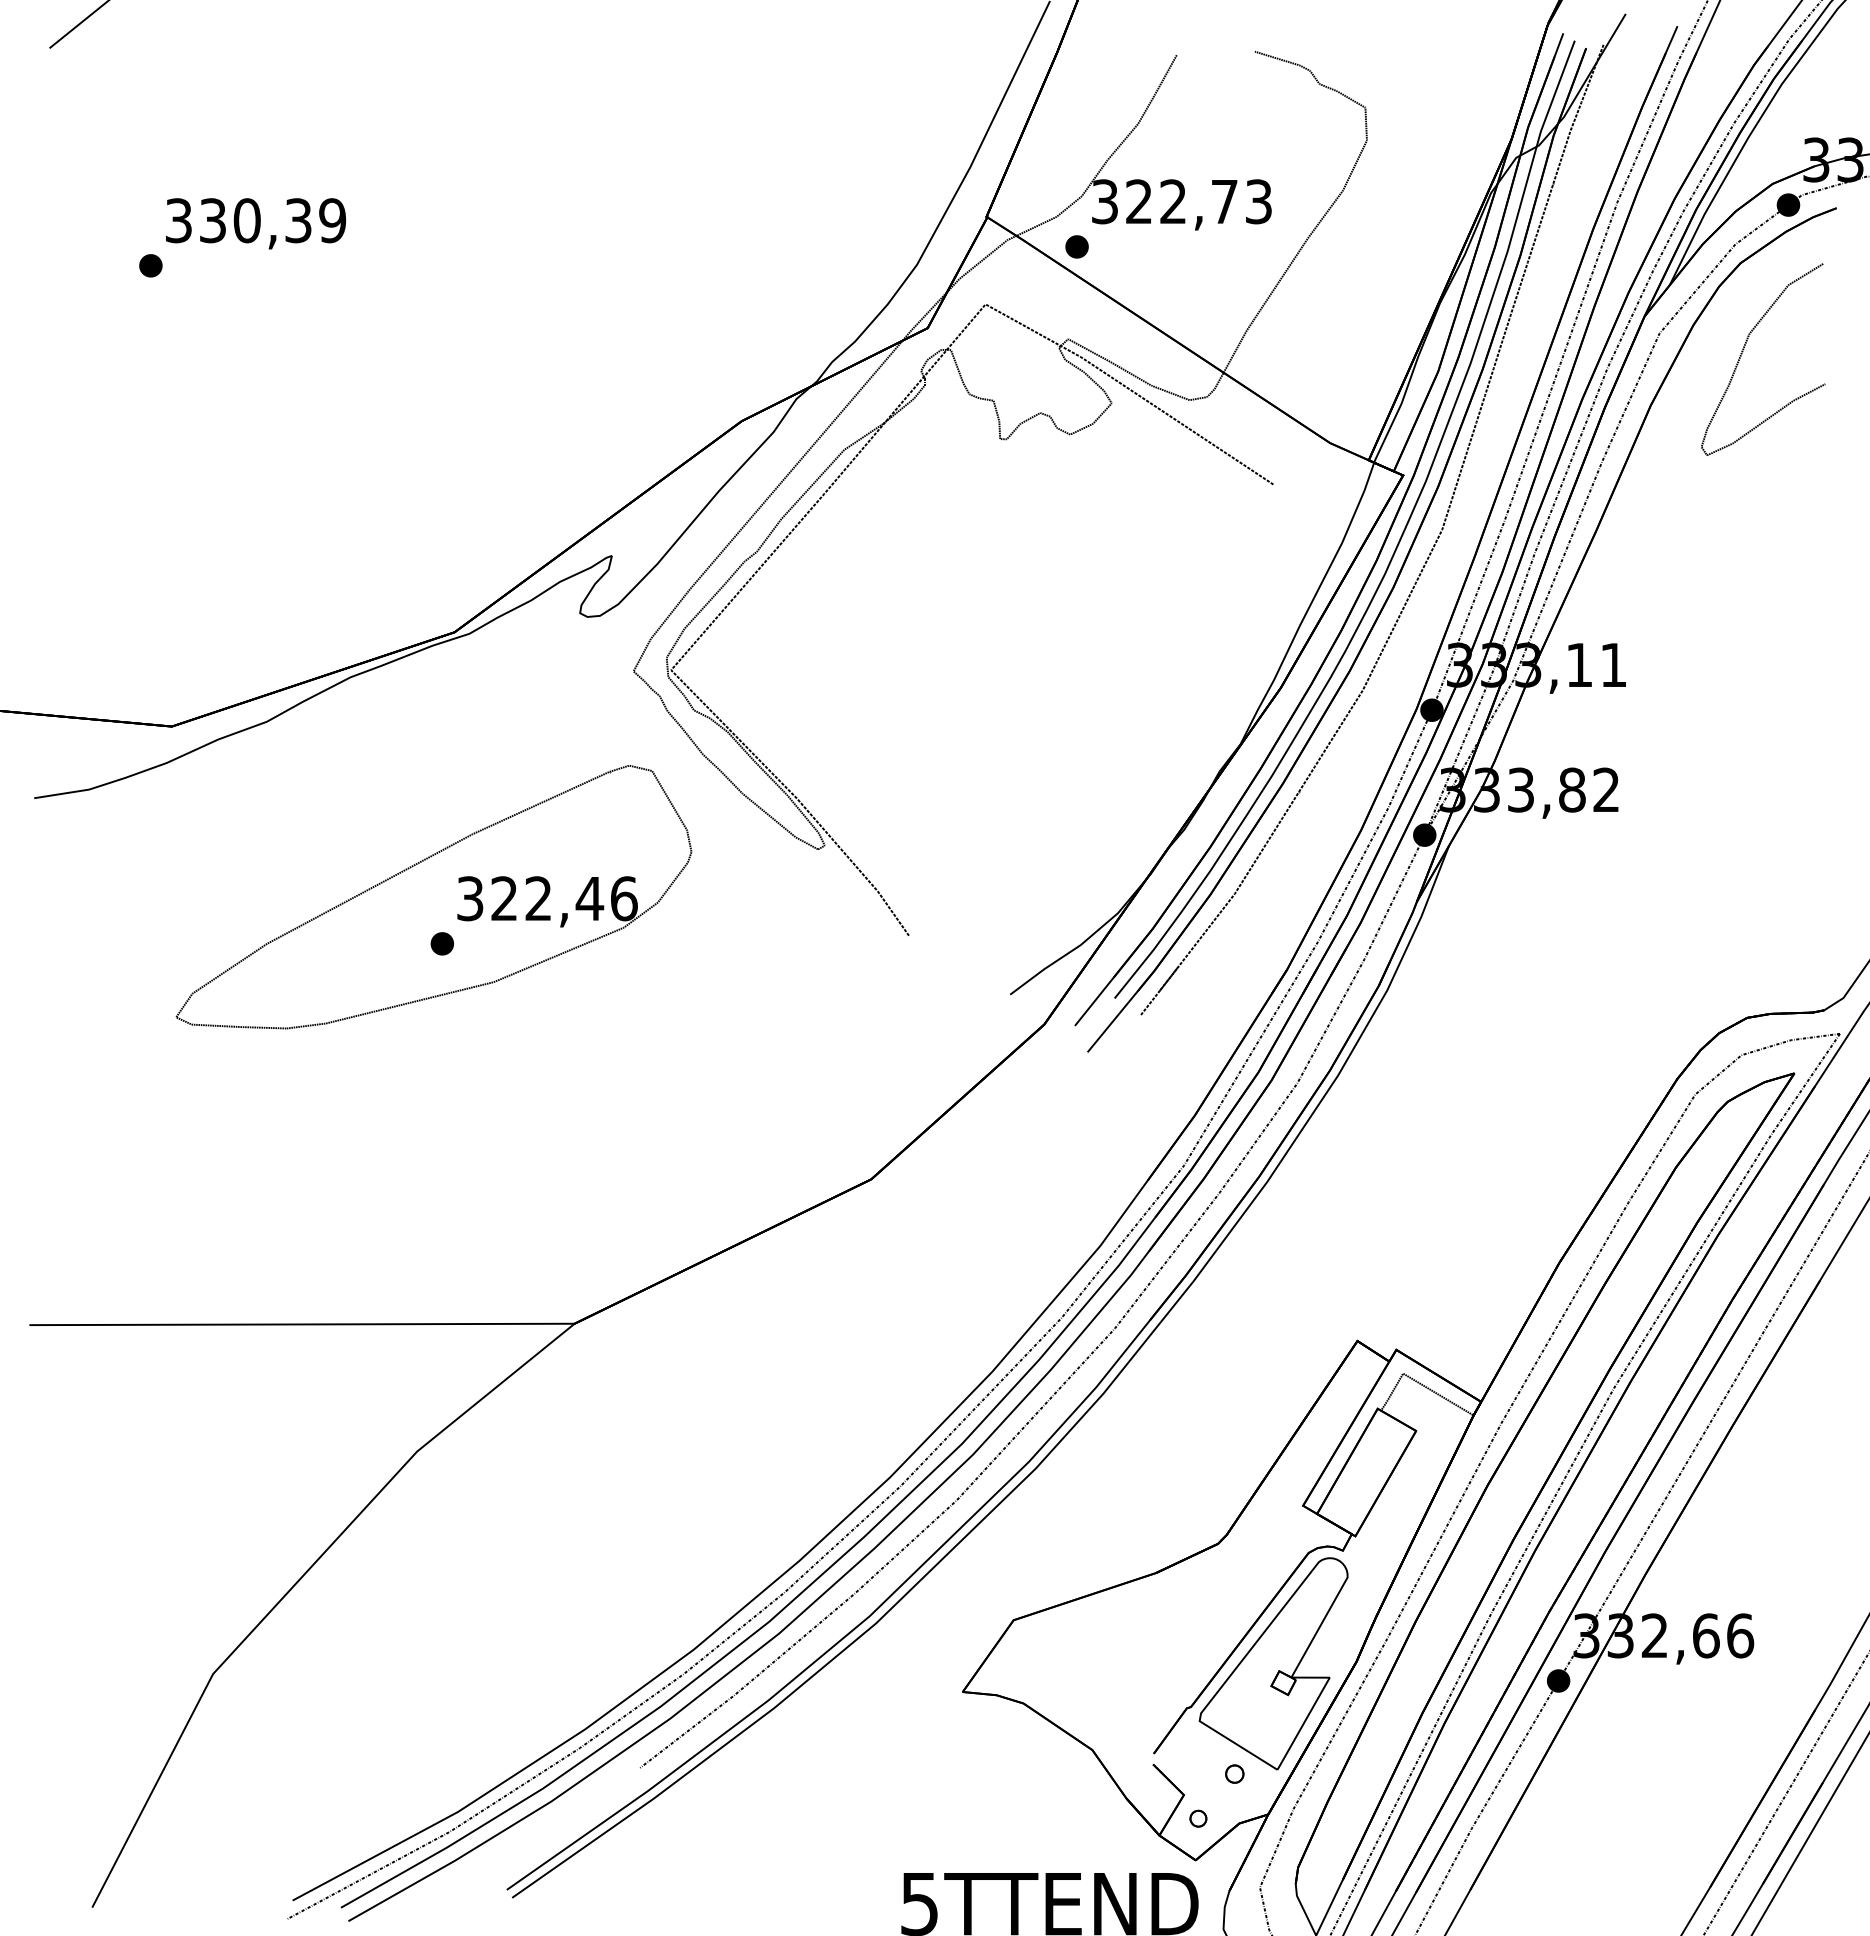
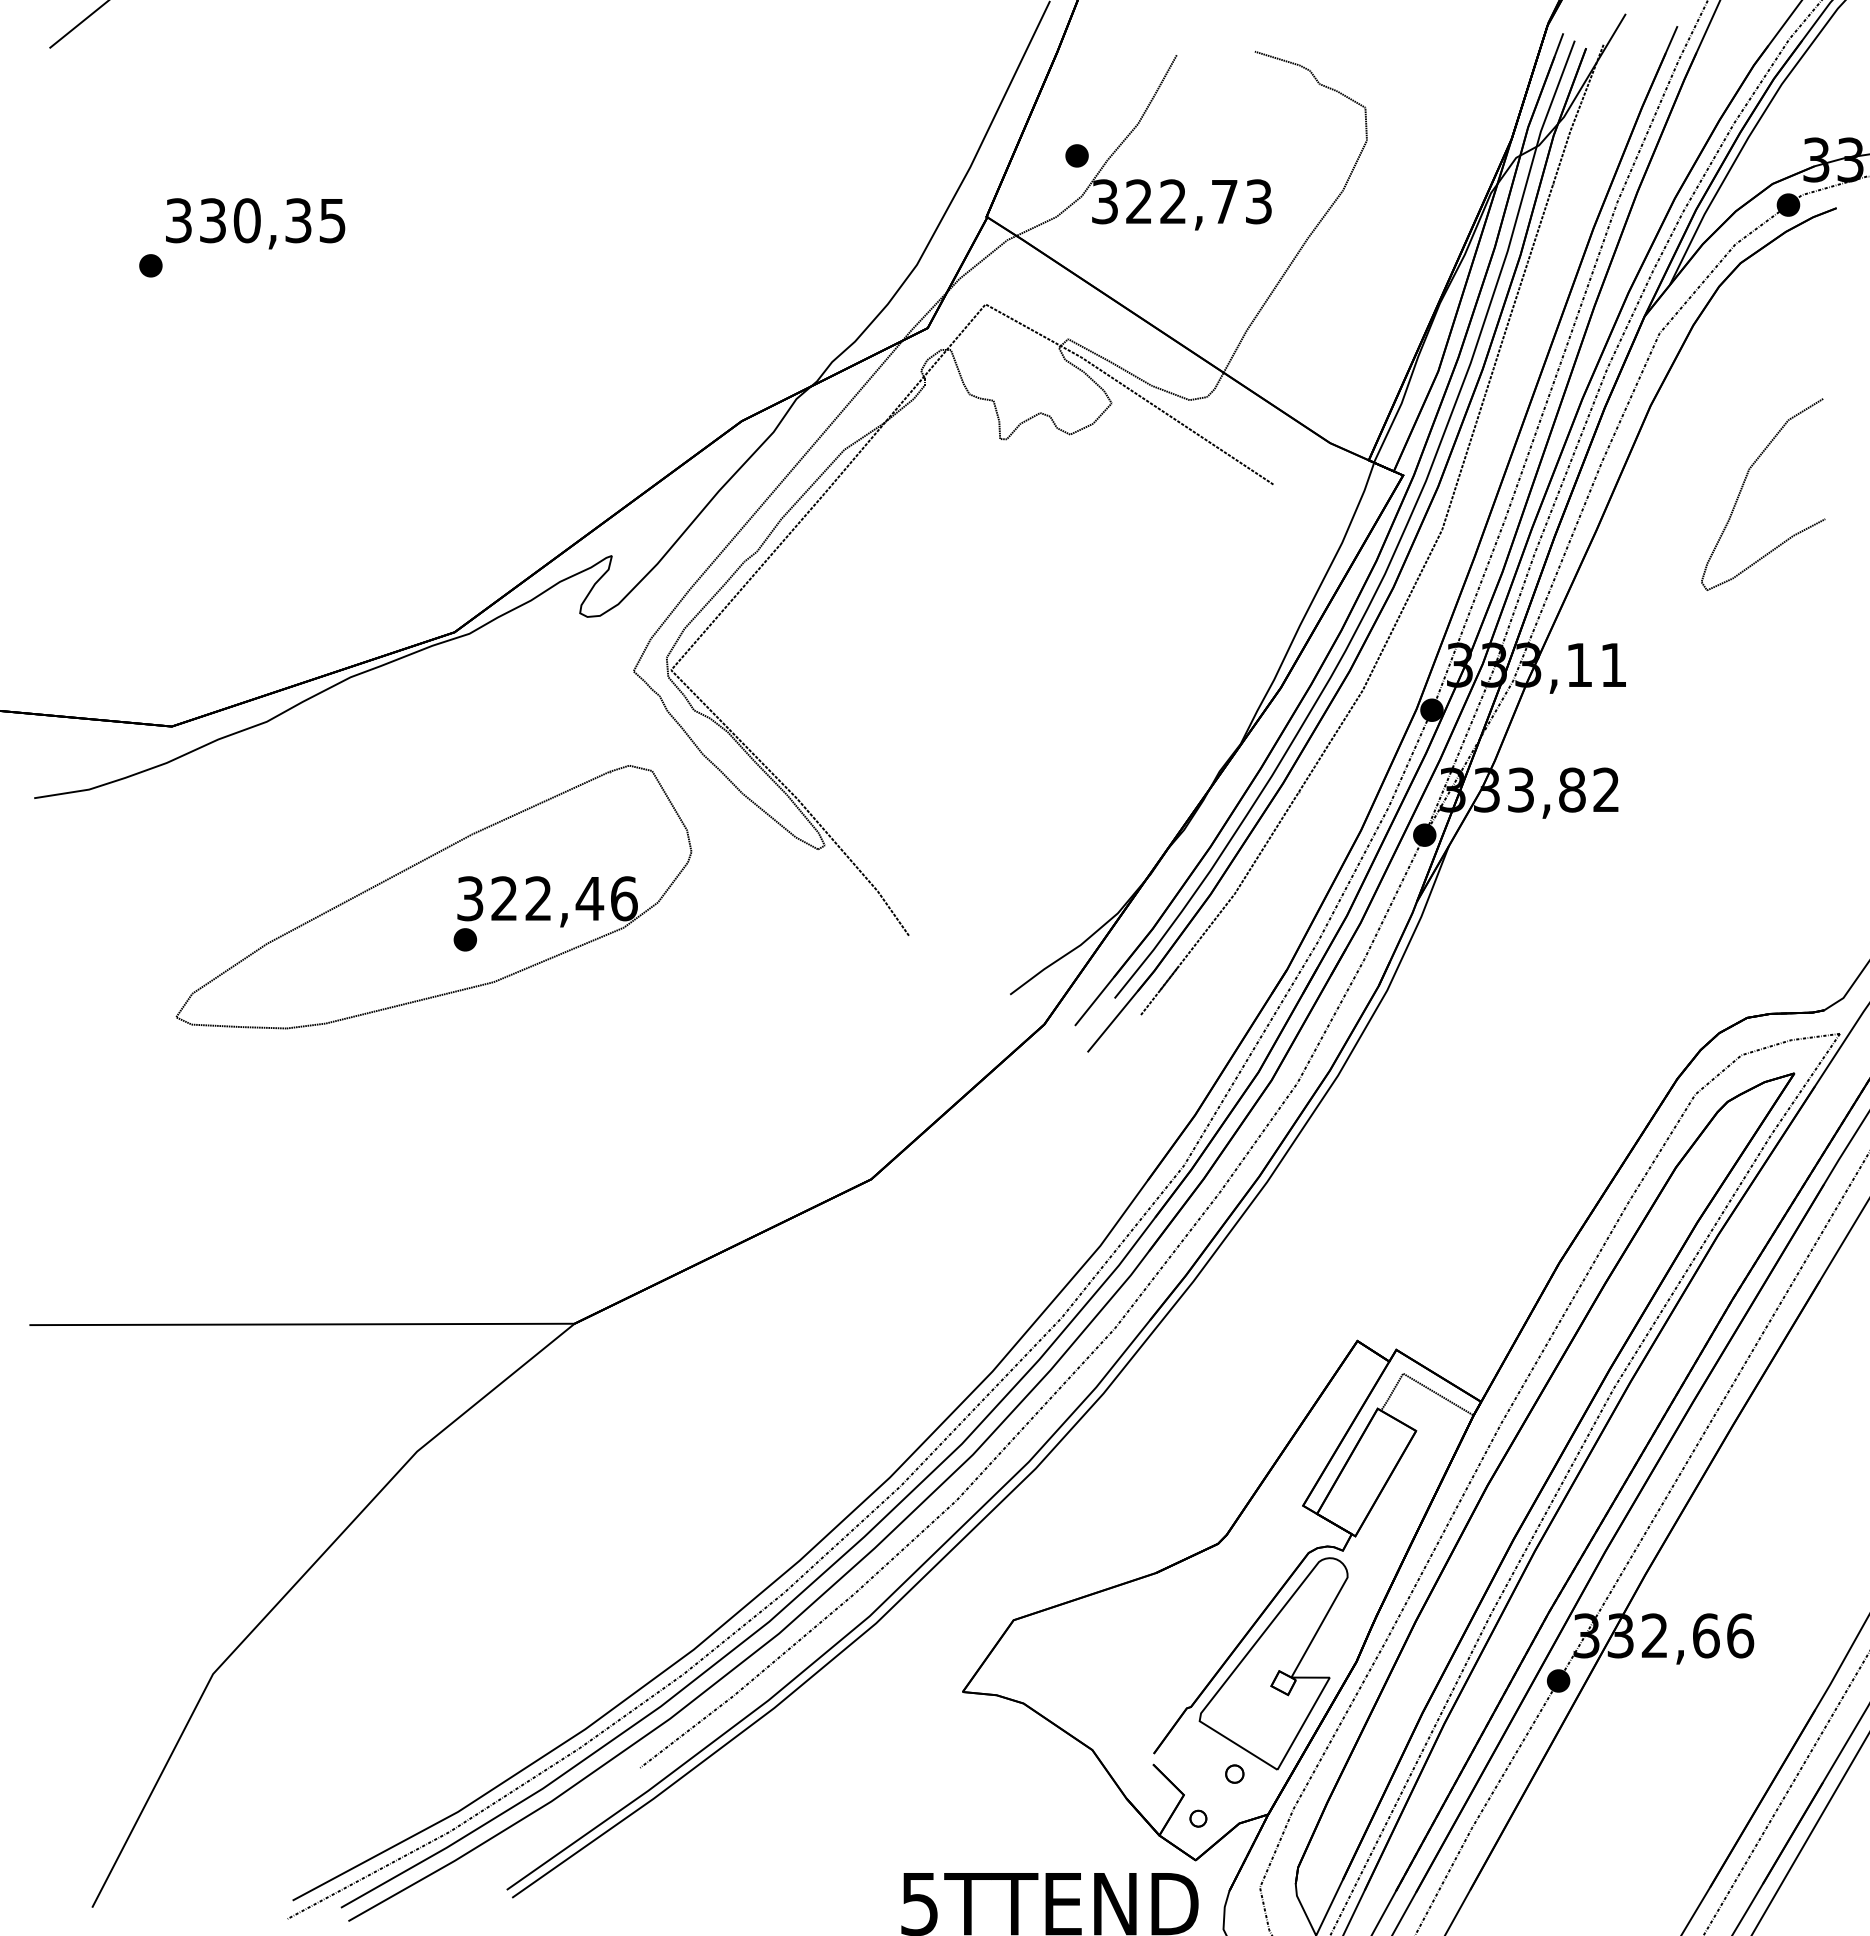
text at (332, 220): 330,39 -> 330,35
part at (1076, 246) position: (1076, 246) -> (1076, 155)
part at (1744, 349) position: (1744, 349) -> (1744, 484)
part at (441, 943) position: (441, 943) -> (464, 939)
